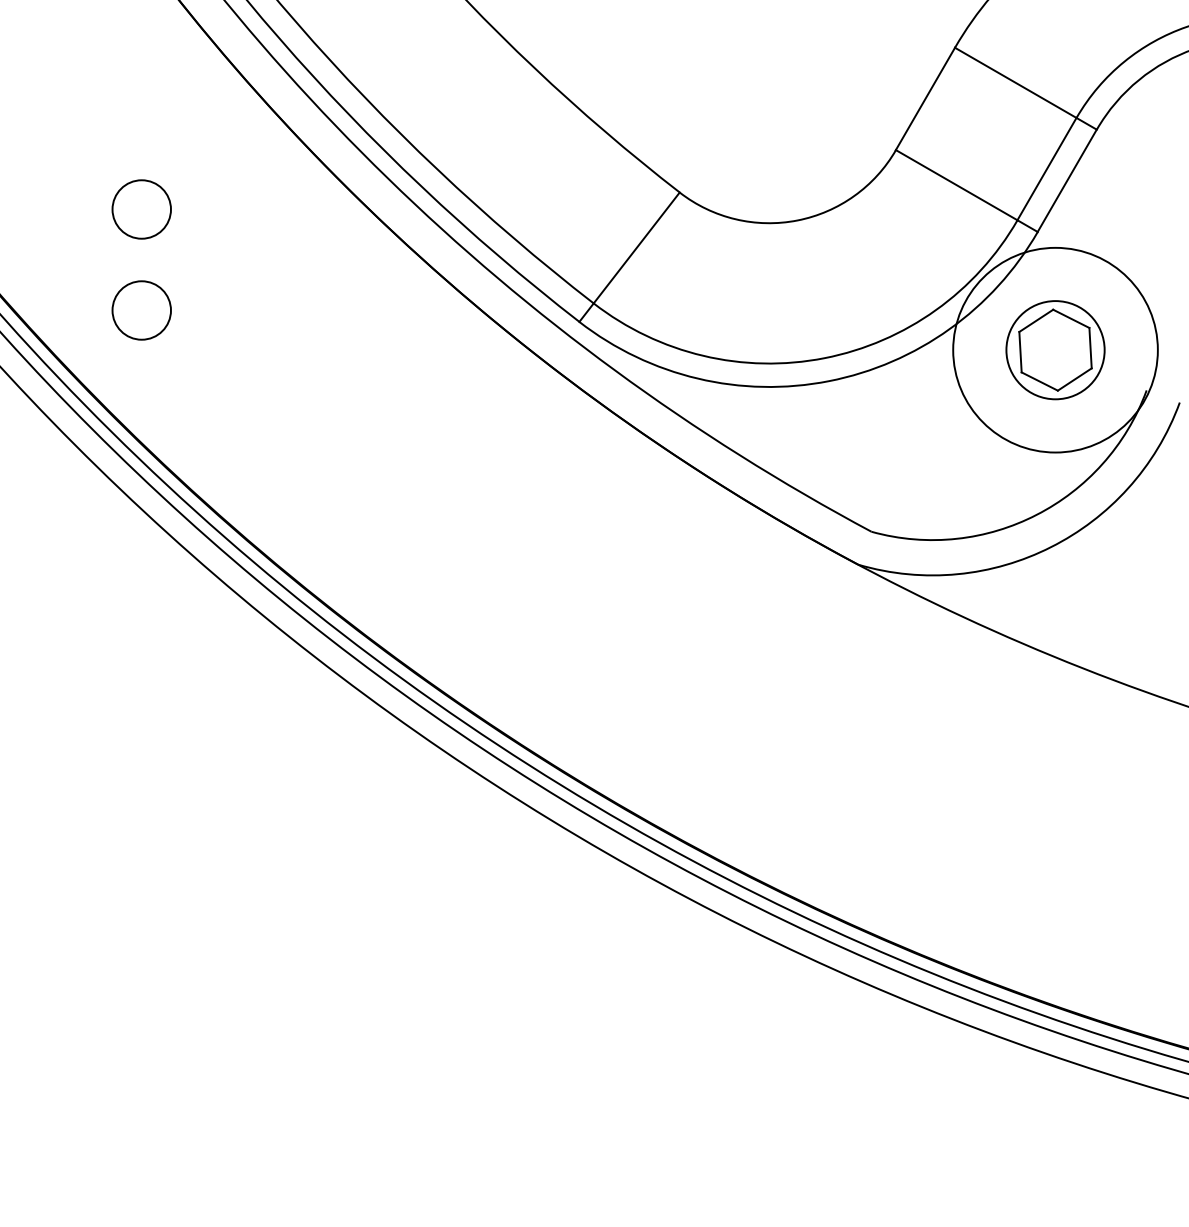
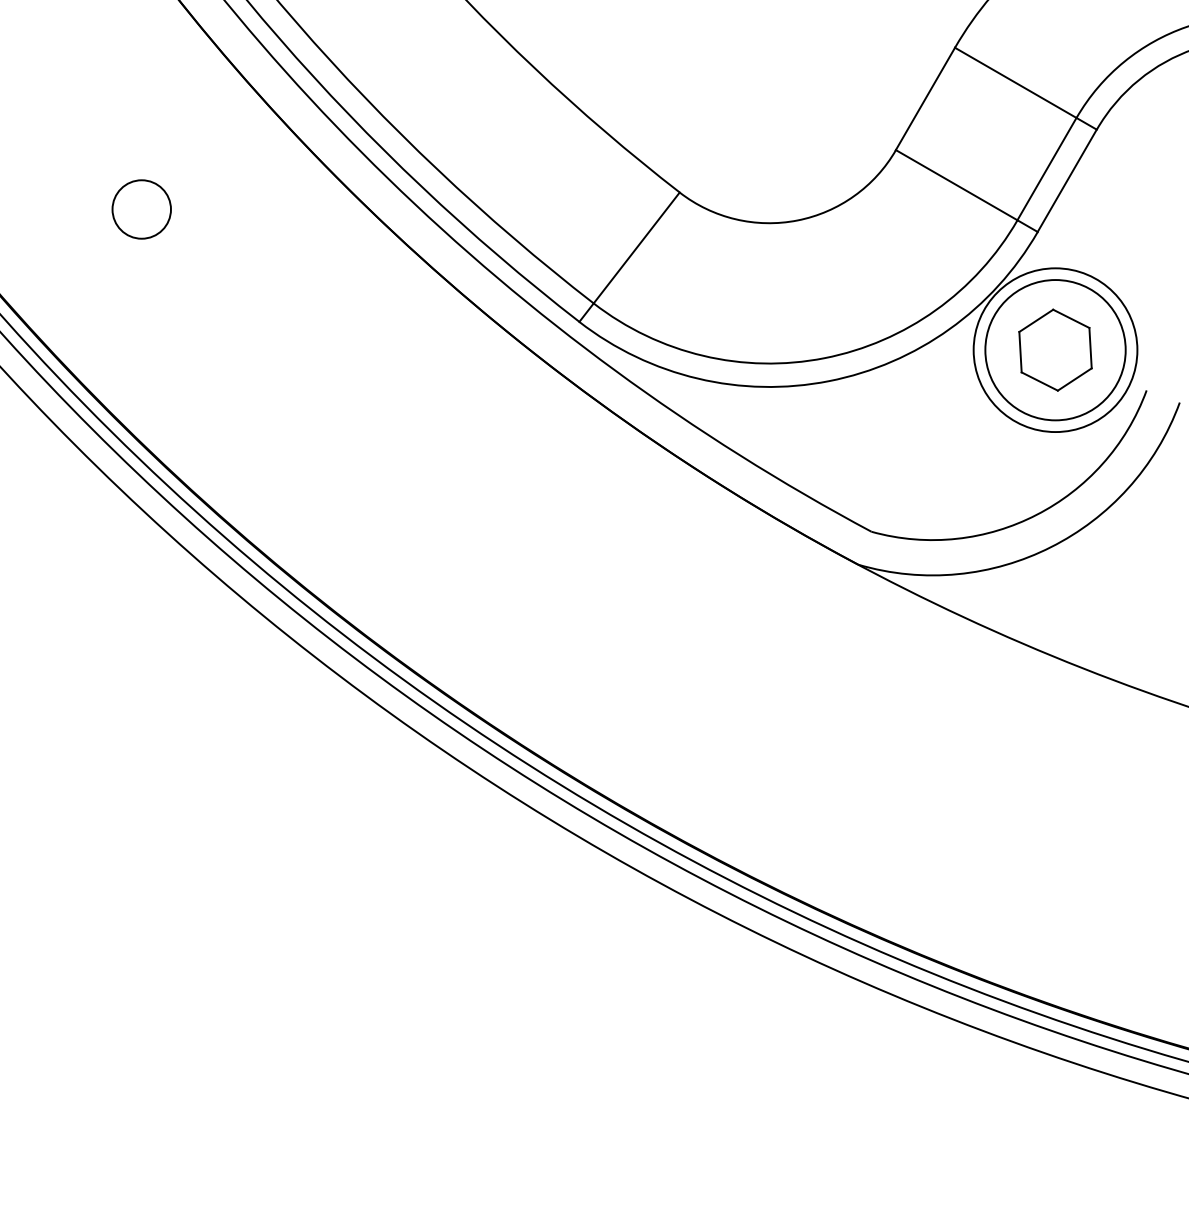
circle at (141, 310): present -> none
circle at (1055, 349) diameter: 205 px -> 164 px
circle at (1055, 350) diameter: 98 px -> 140 px
